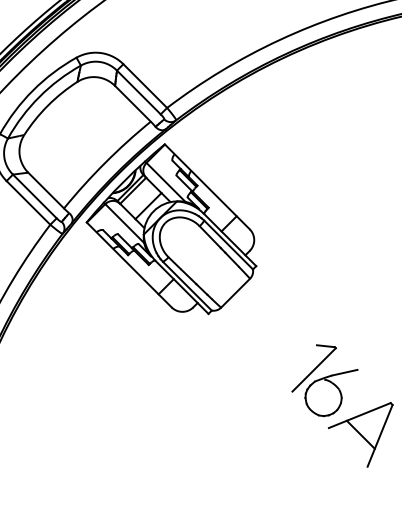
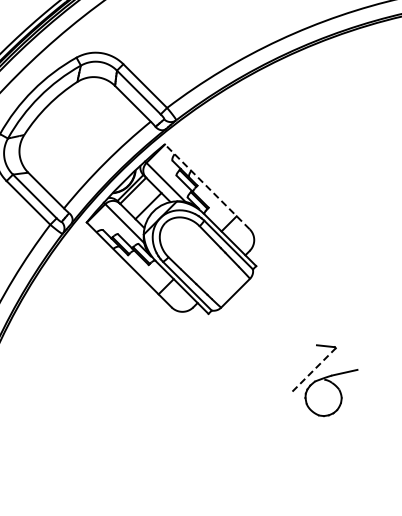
line at (206, 186): solid -> dashed
line at (314, 369): solid -> dashed
part at (360, 434): present -> none
